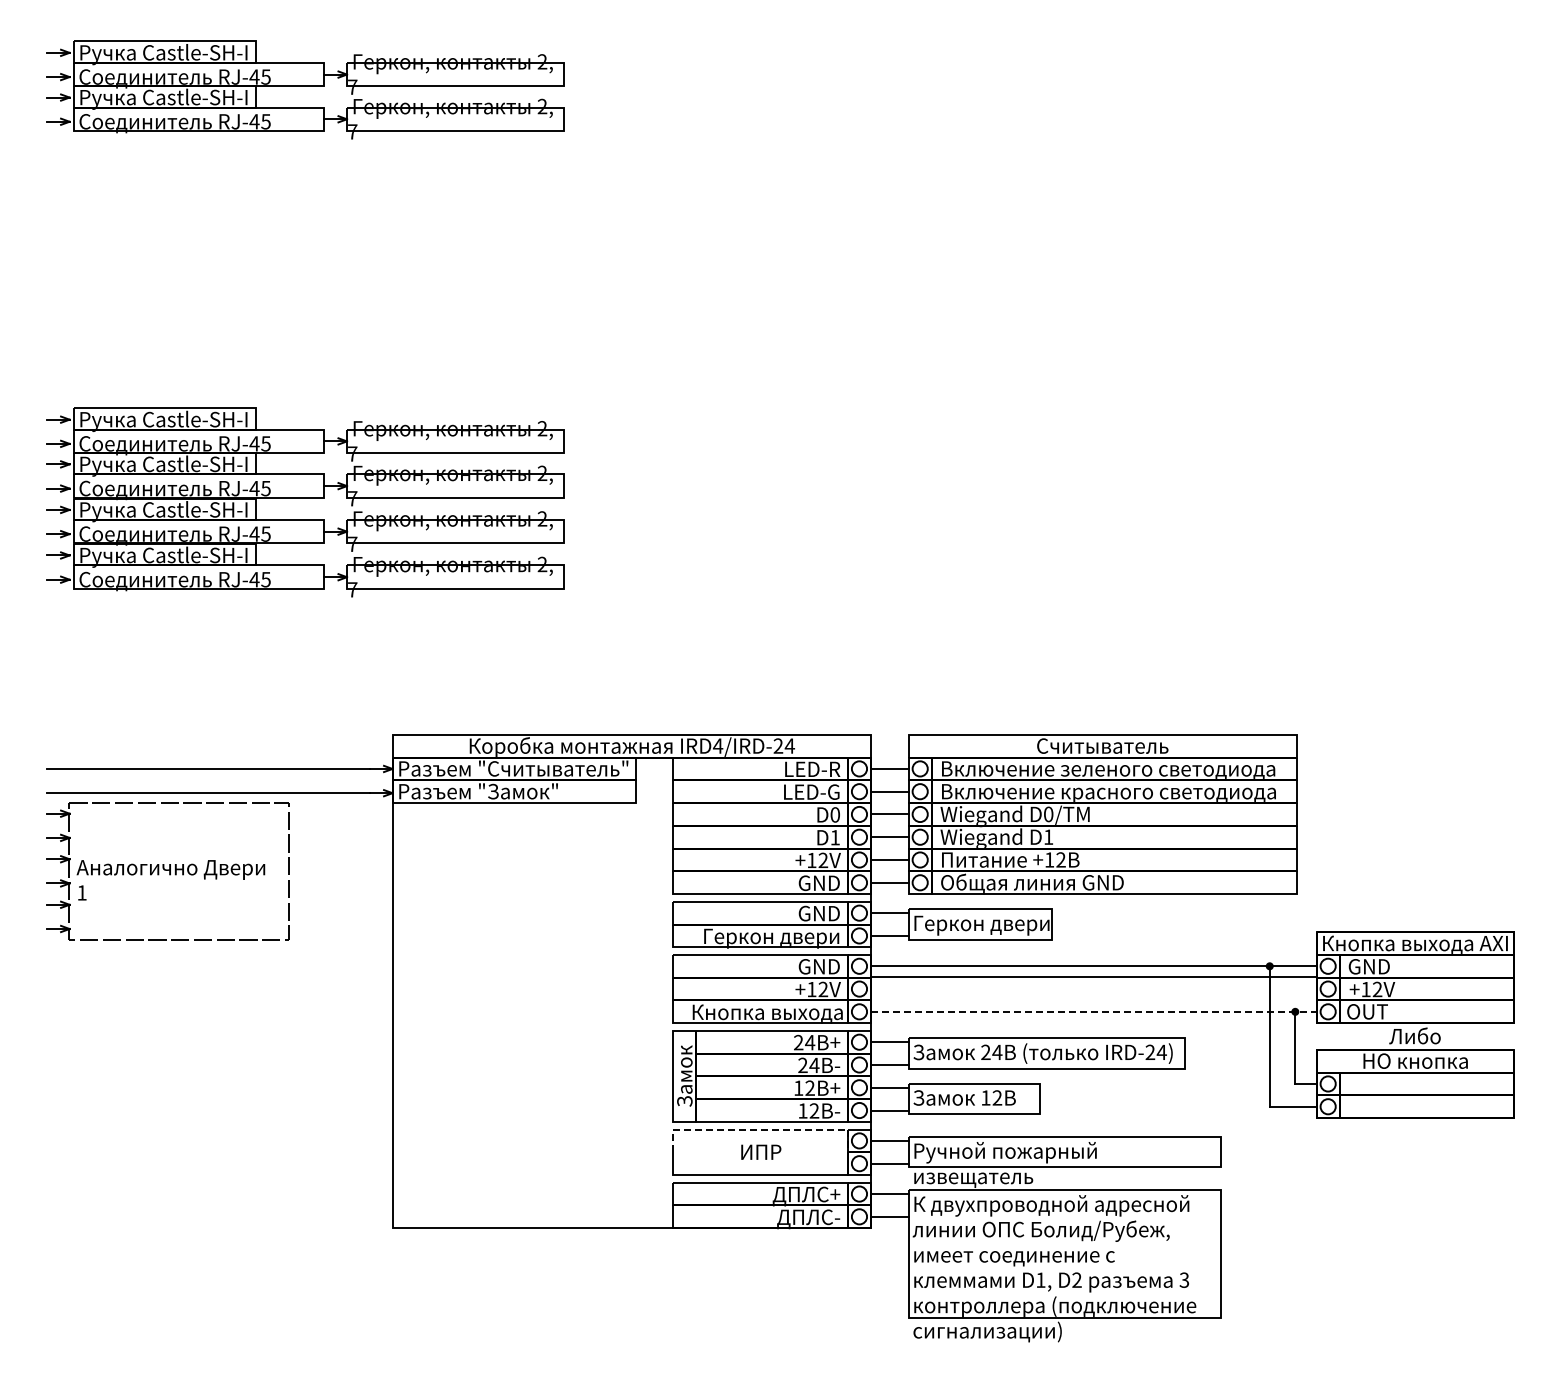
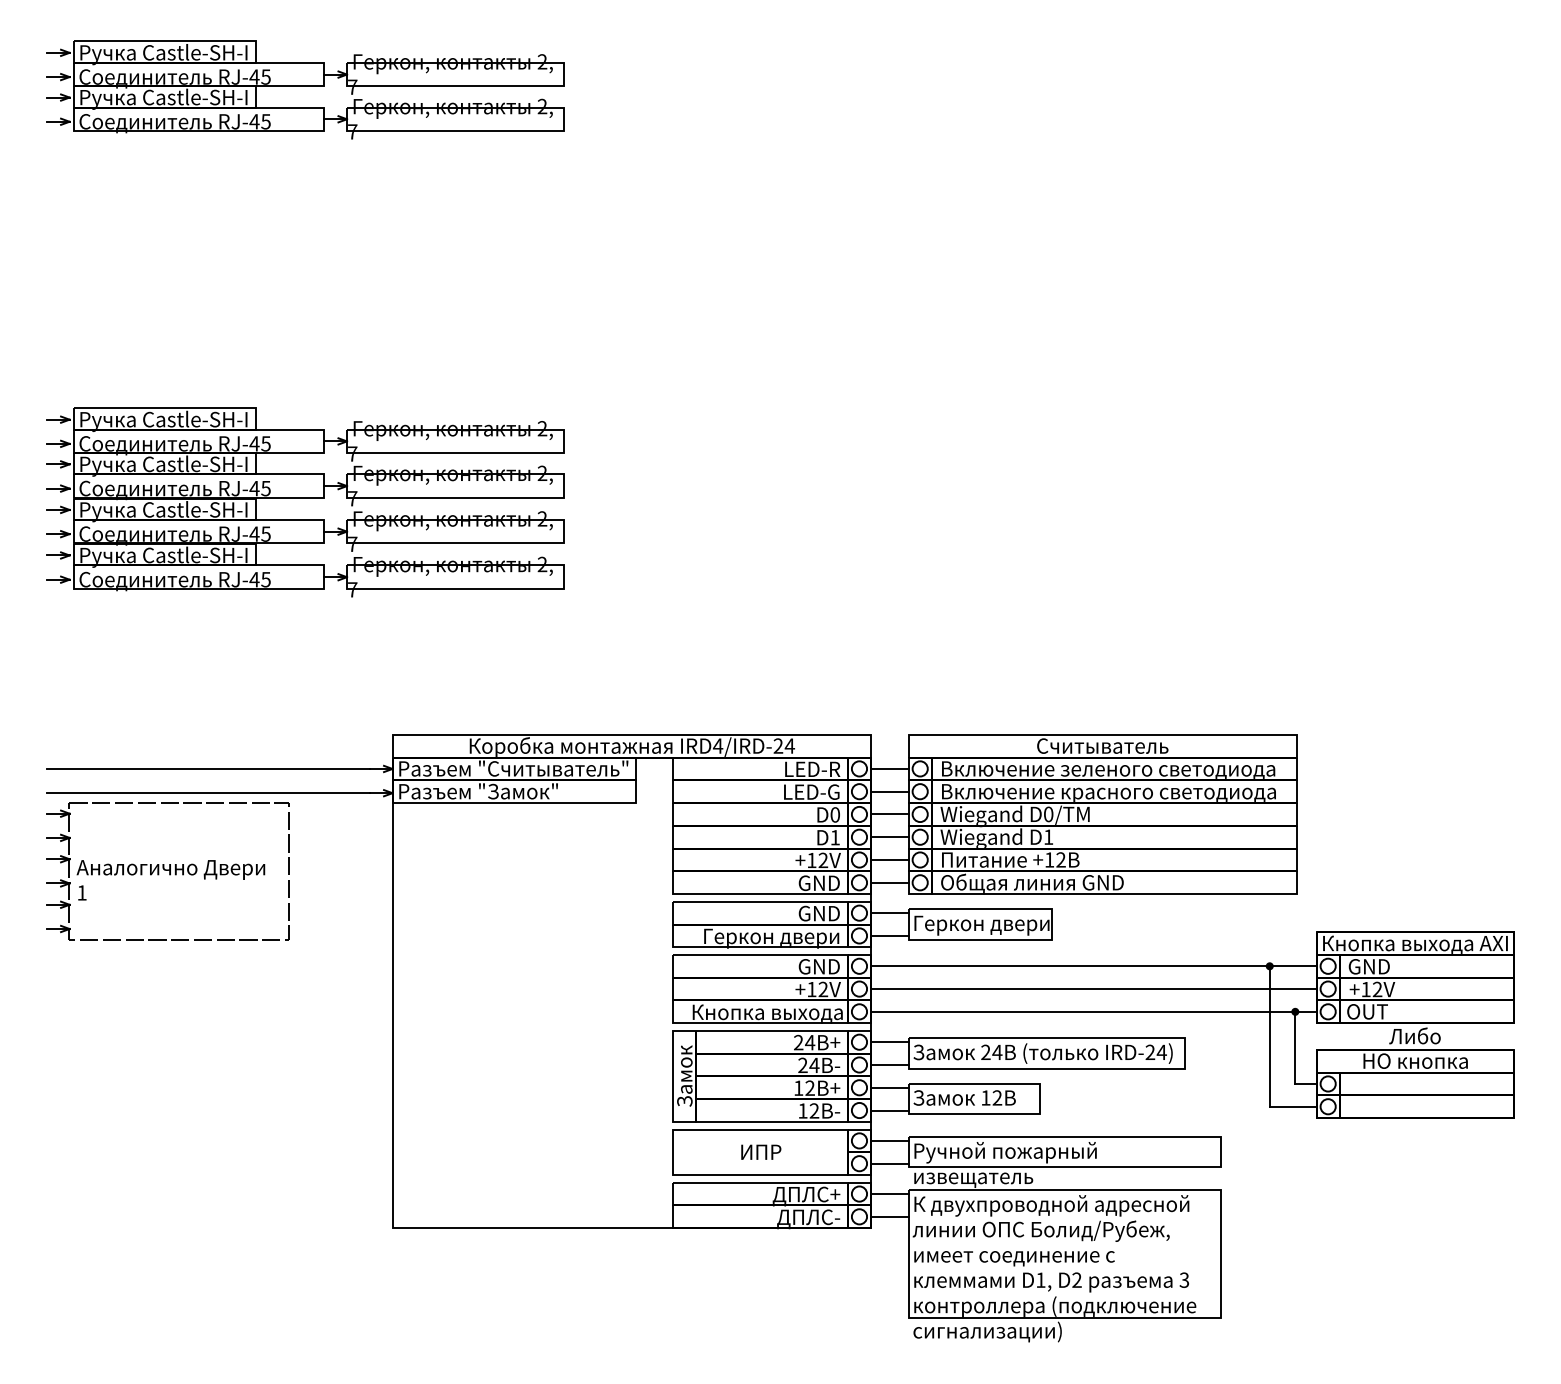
line at (1093, 977) position: (1093, 977) -> (1093, 989)
line at (1093, 1011): dashed -> solid
line at (761, 1129): dashed -> solid
